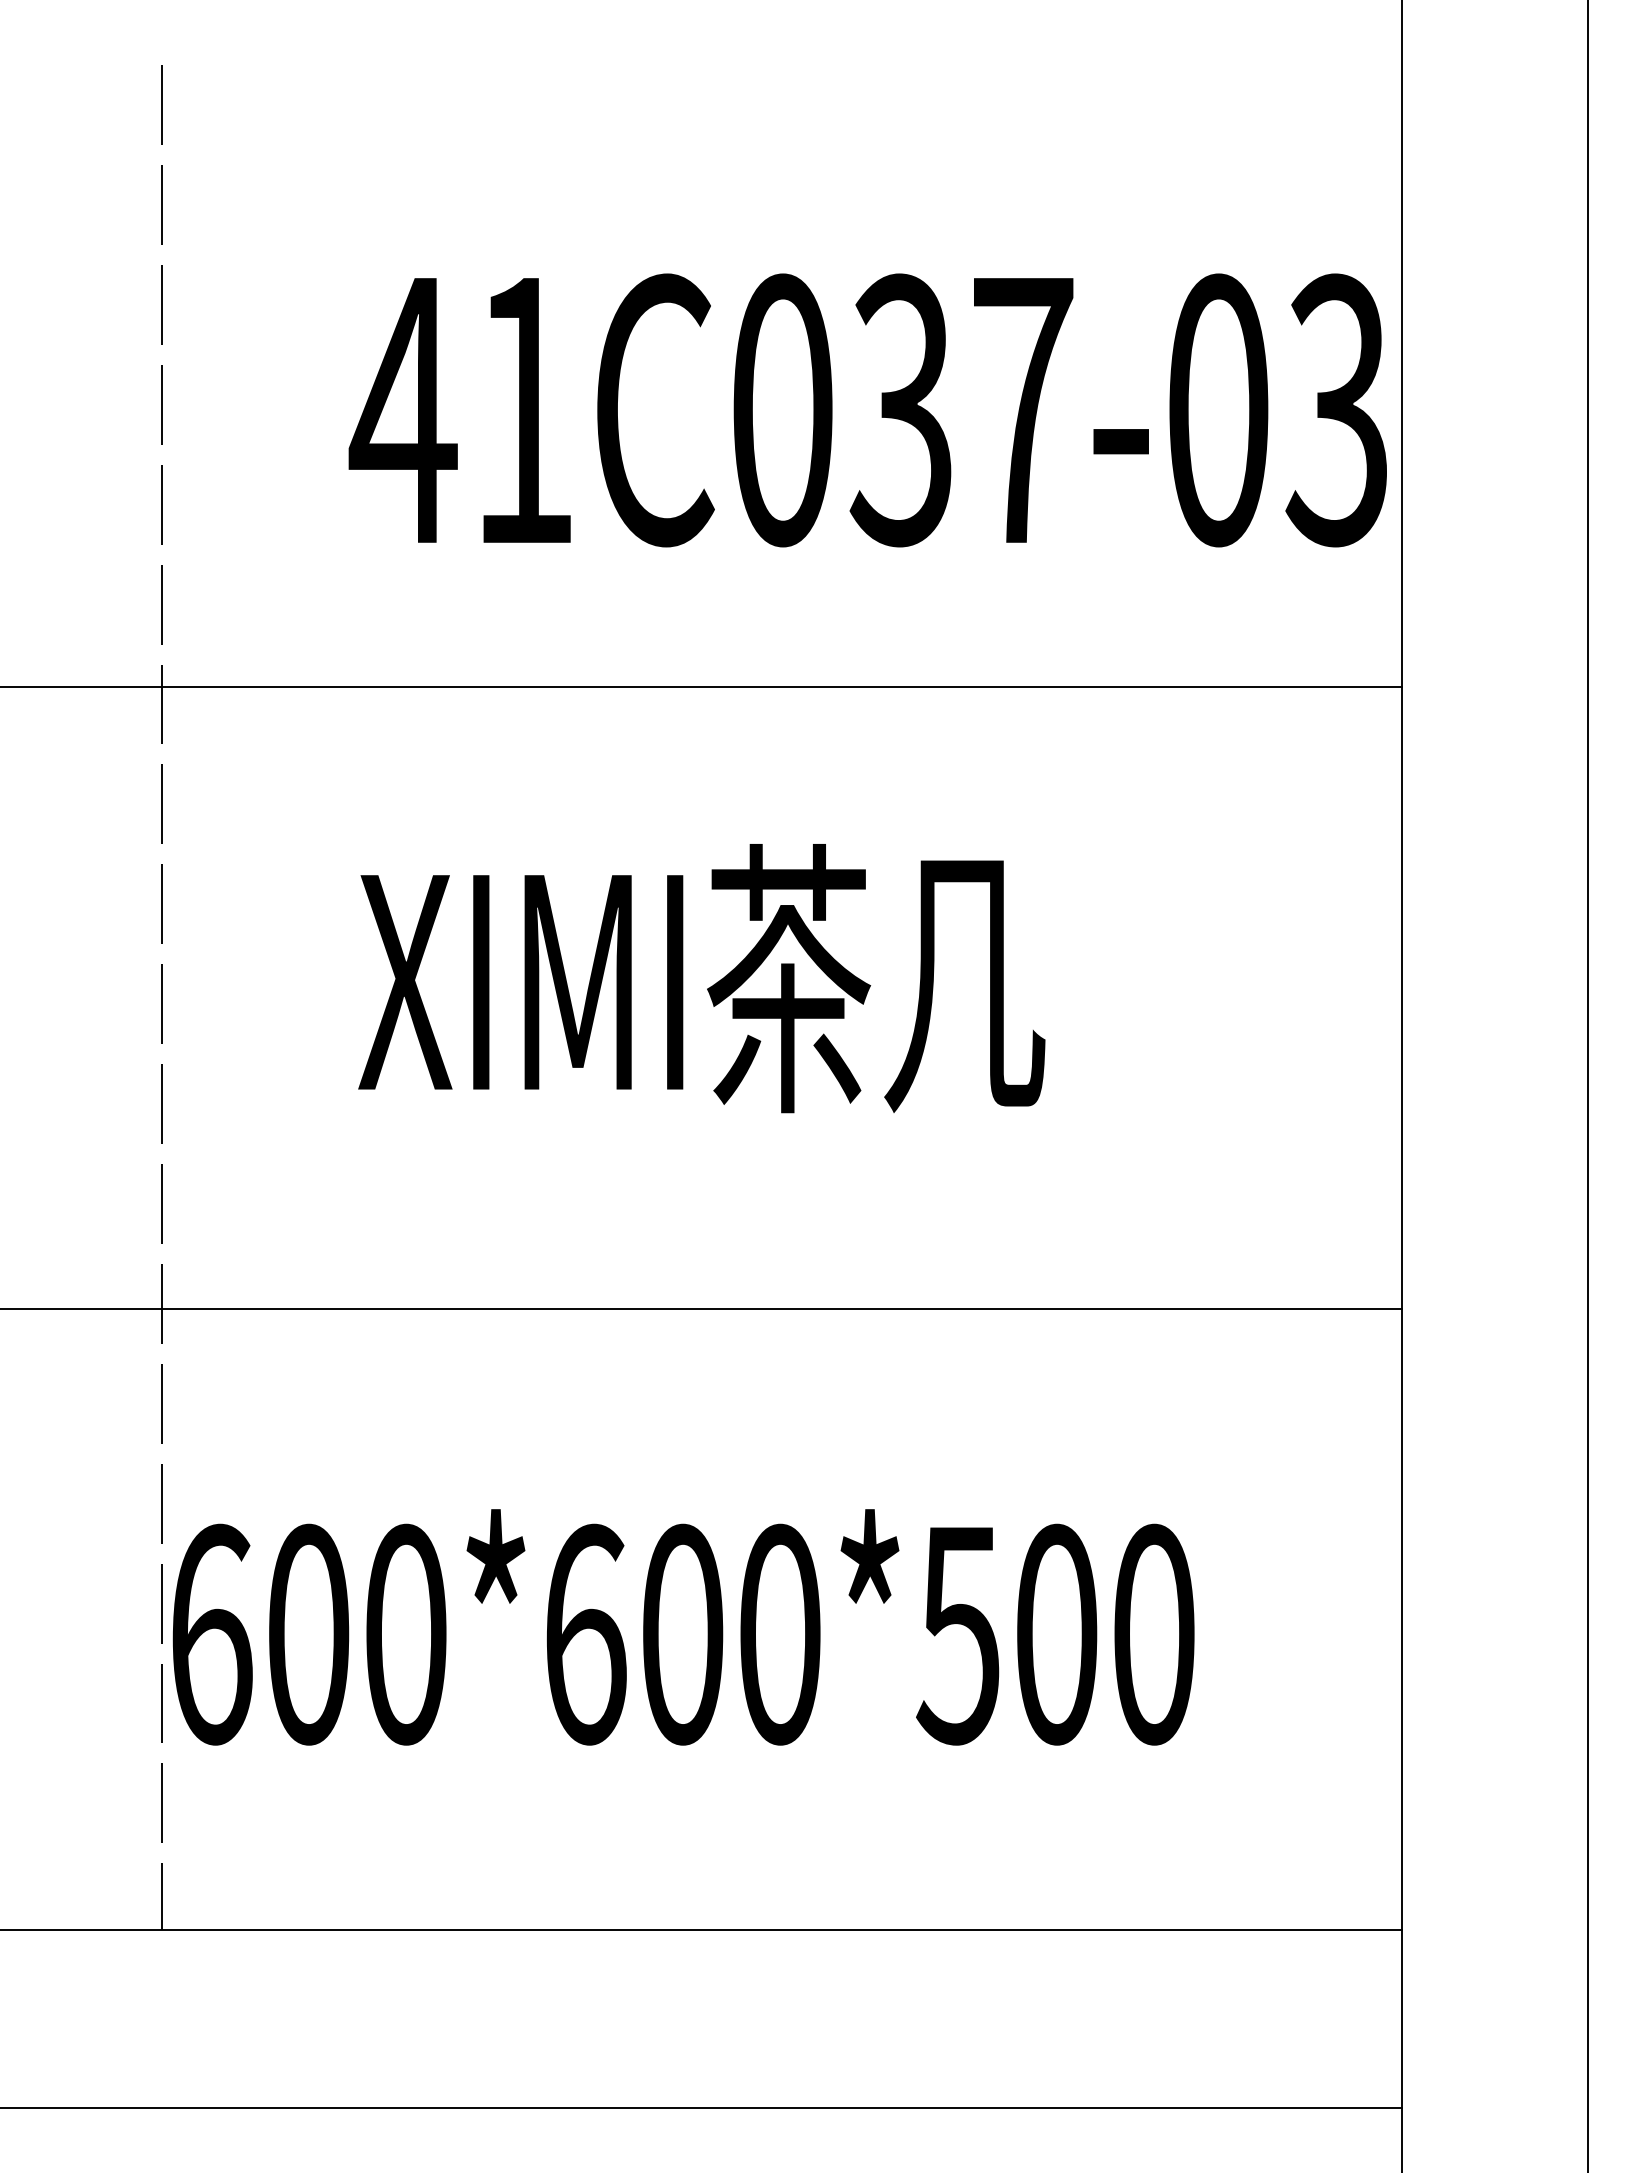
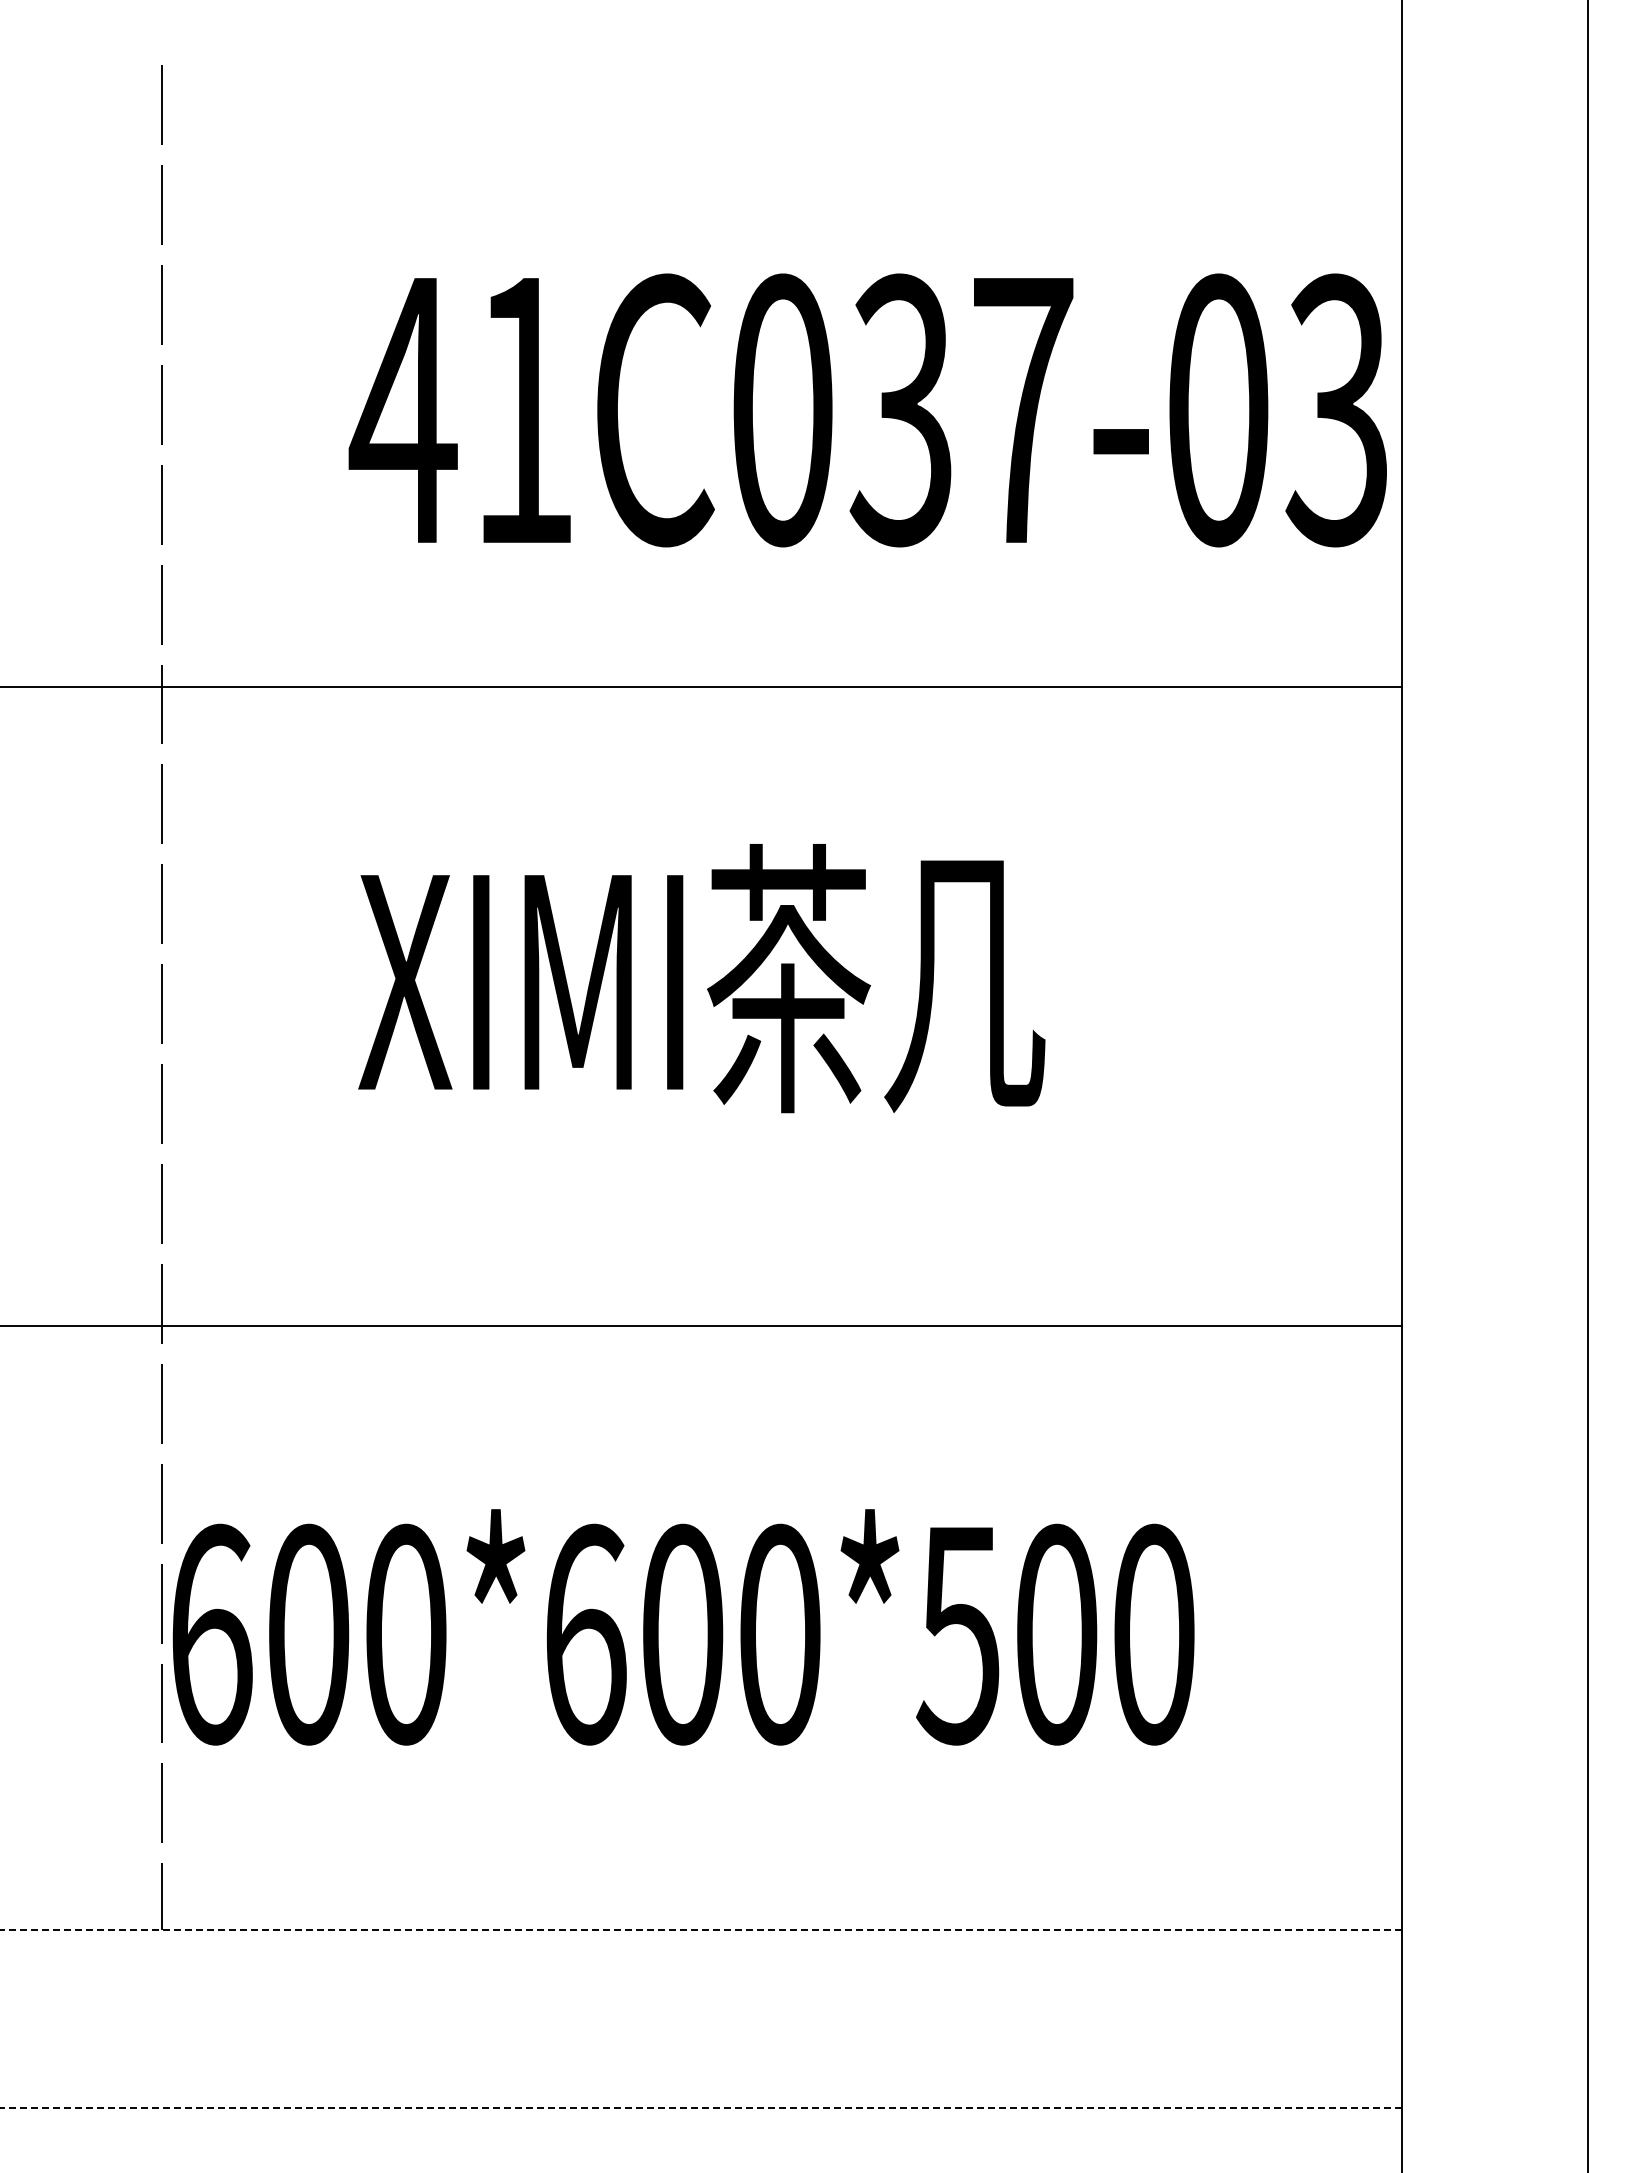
line at (701, 1308) position: (701, 1308) -> (701, 1325)
line at (701, 1930): solid -> dashed
line at (701, 2107): solid -> dashed
